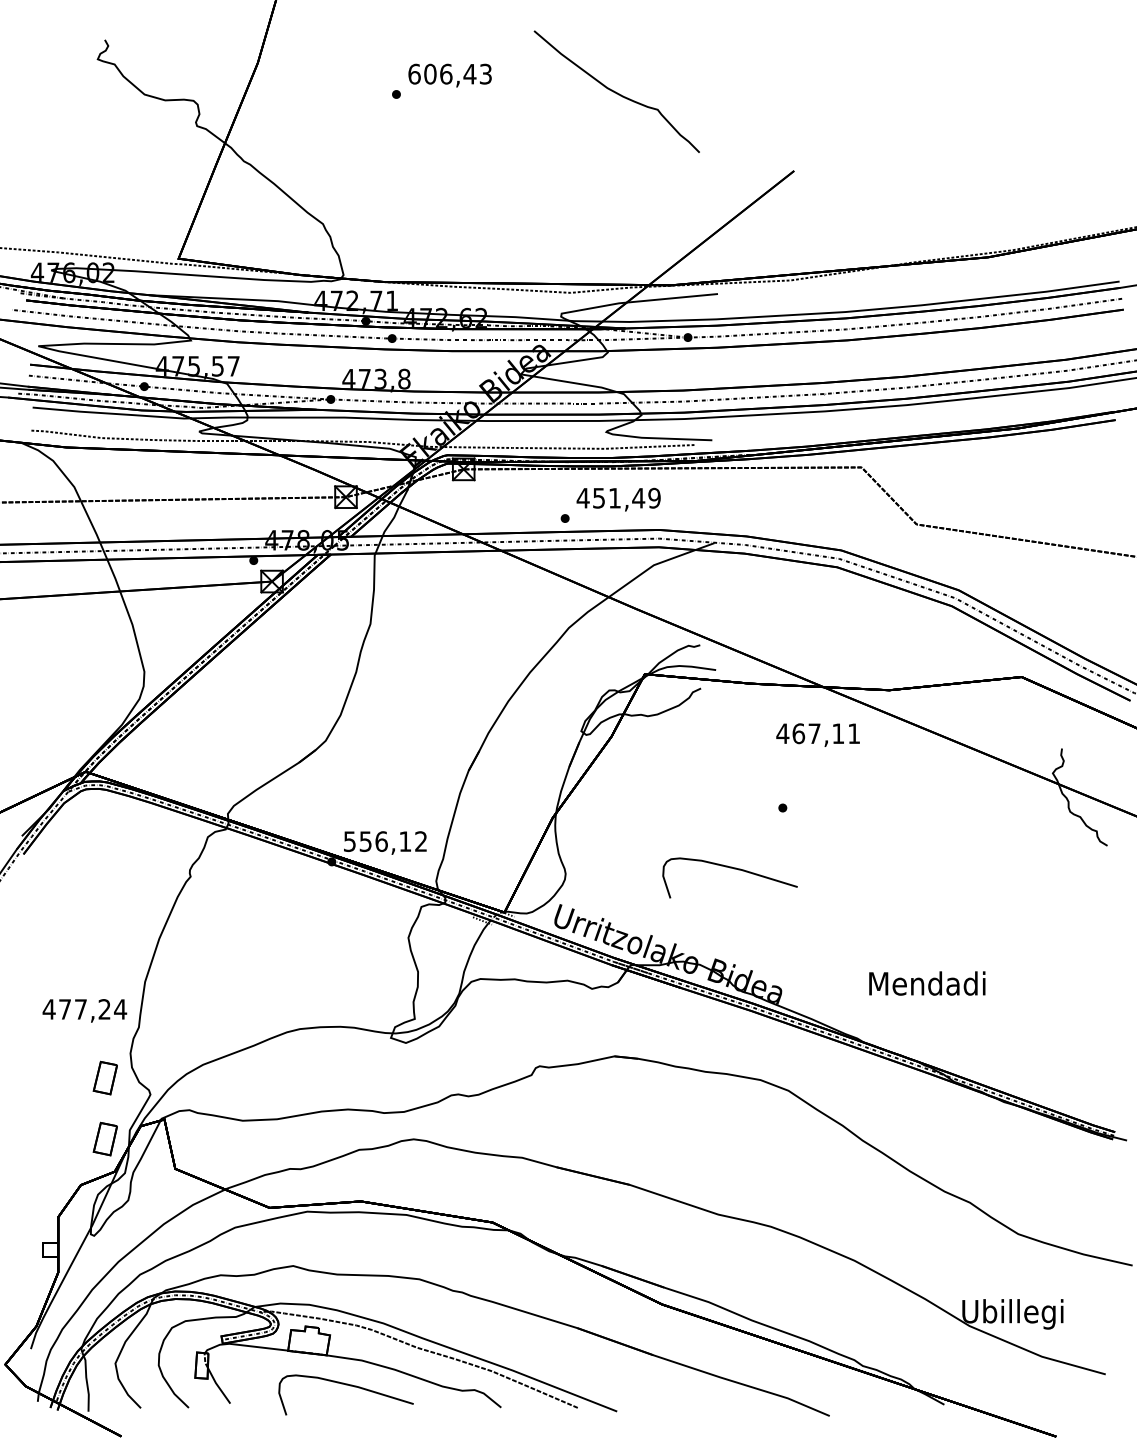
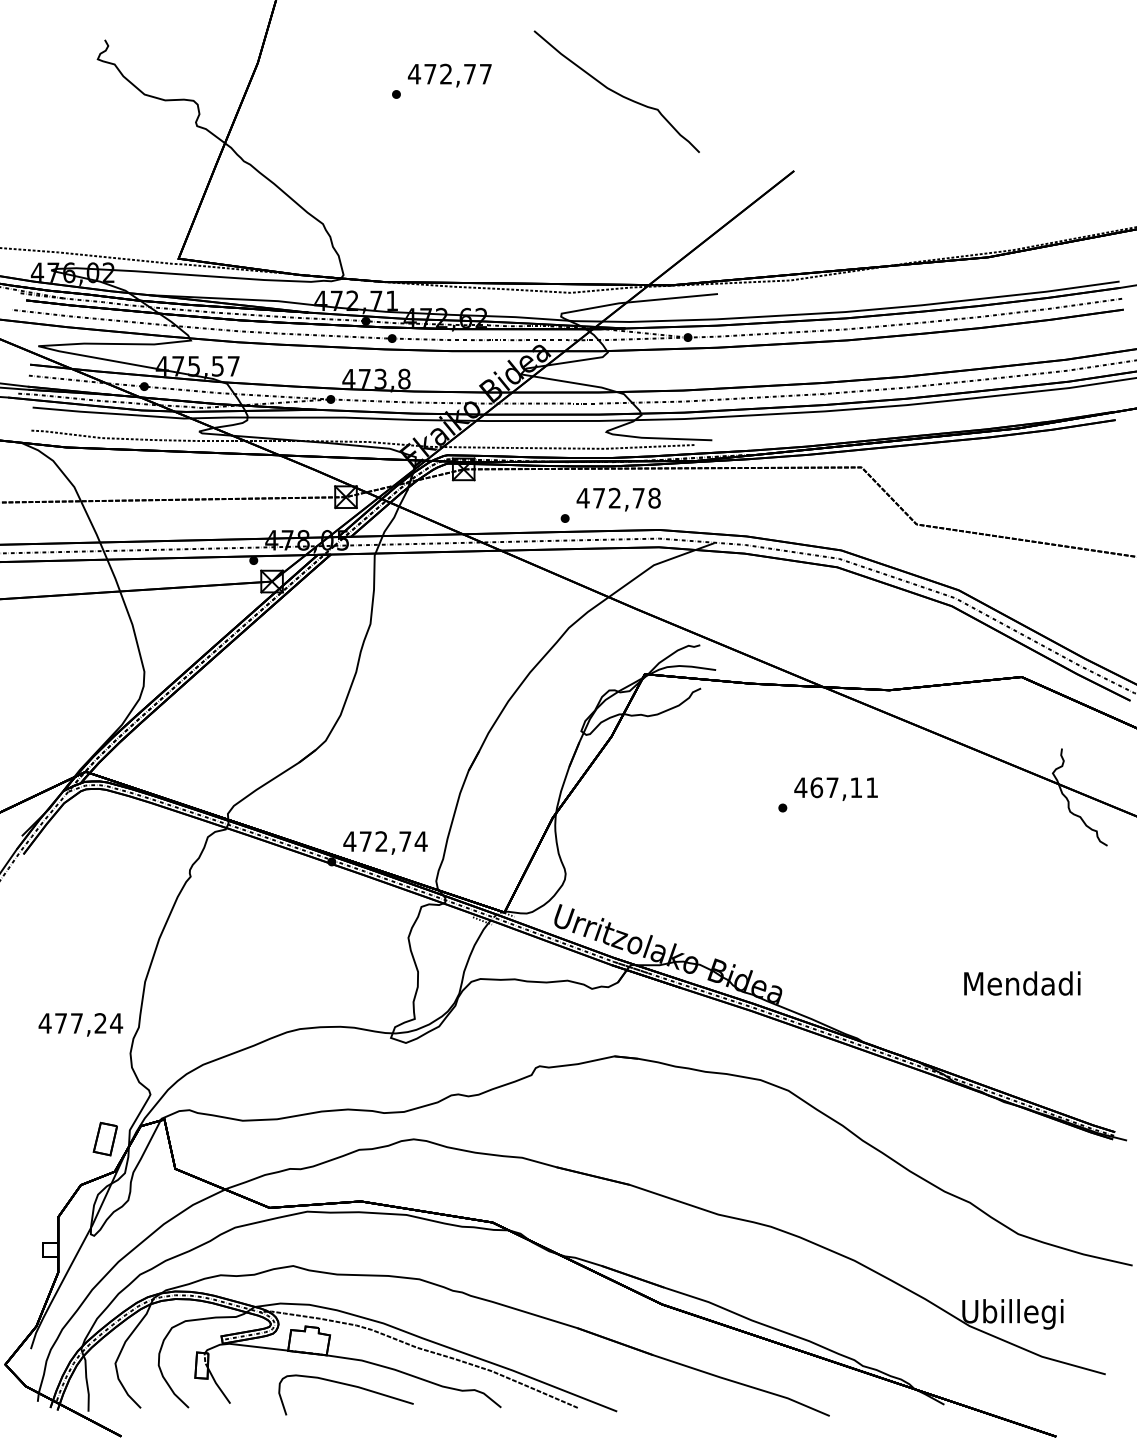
text at (449, 73): 606,43 -> 472,77
text at (626, 497): 451,49 -> 472,78
text at (817, 734) position: (817, 734) -> (835, 788)
text at (385, 841): 556,12 -> 472,74
curve at (729, 868): present -> none
text at (927, 983) position: (927, 983) -> (1022, 983)
text at (84, 1010) position: (84, 1010) -> (80, 1024)
part at (104, 1077): present -> none
